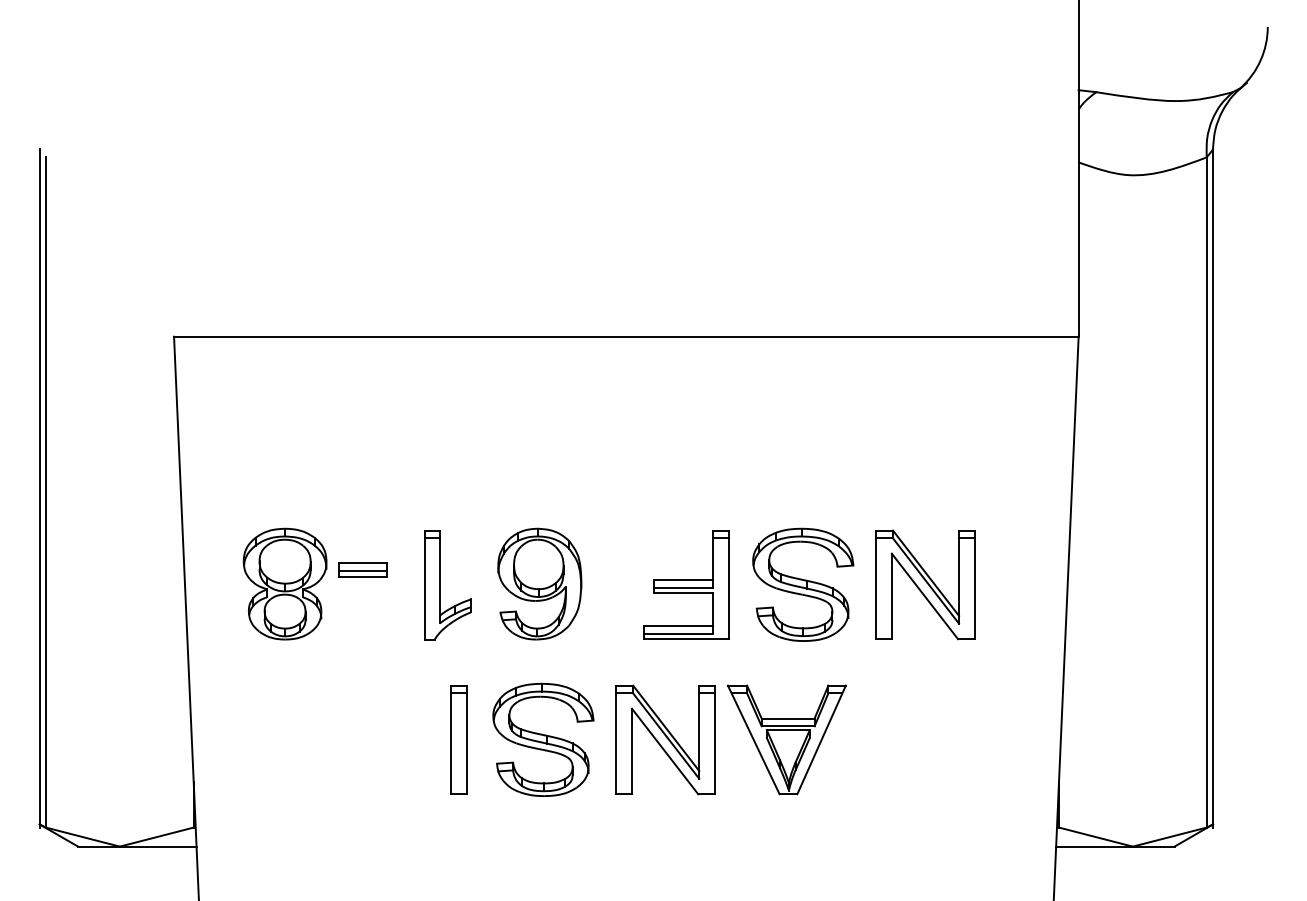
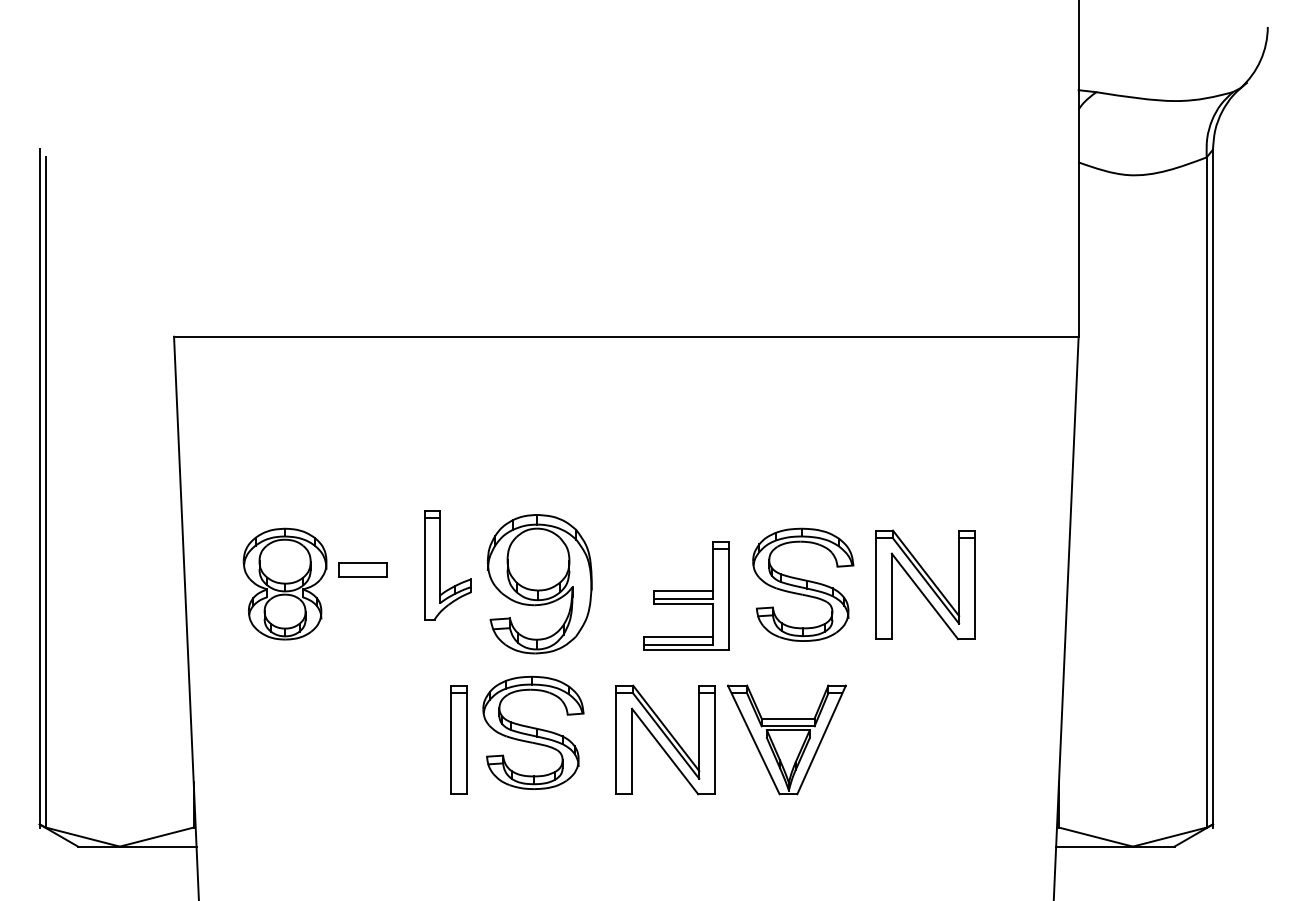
line at (362, 570): present -> none
part at (539, 583) size: 86x114 px -> 106x141 px
part at (686, 584) position: (686, 584) -> (686, 595)
part at (440, 585) position: (440, 585) -> (440, 565)
part at (543, 739) position: (543, 739) -> (533, 732)
